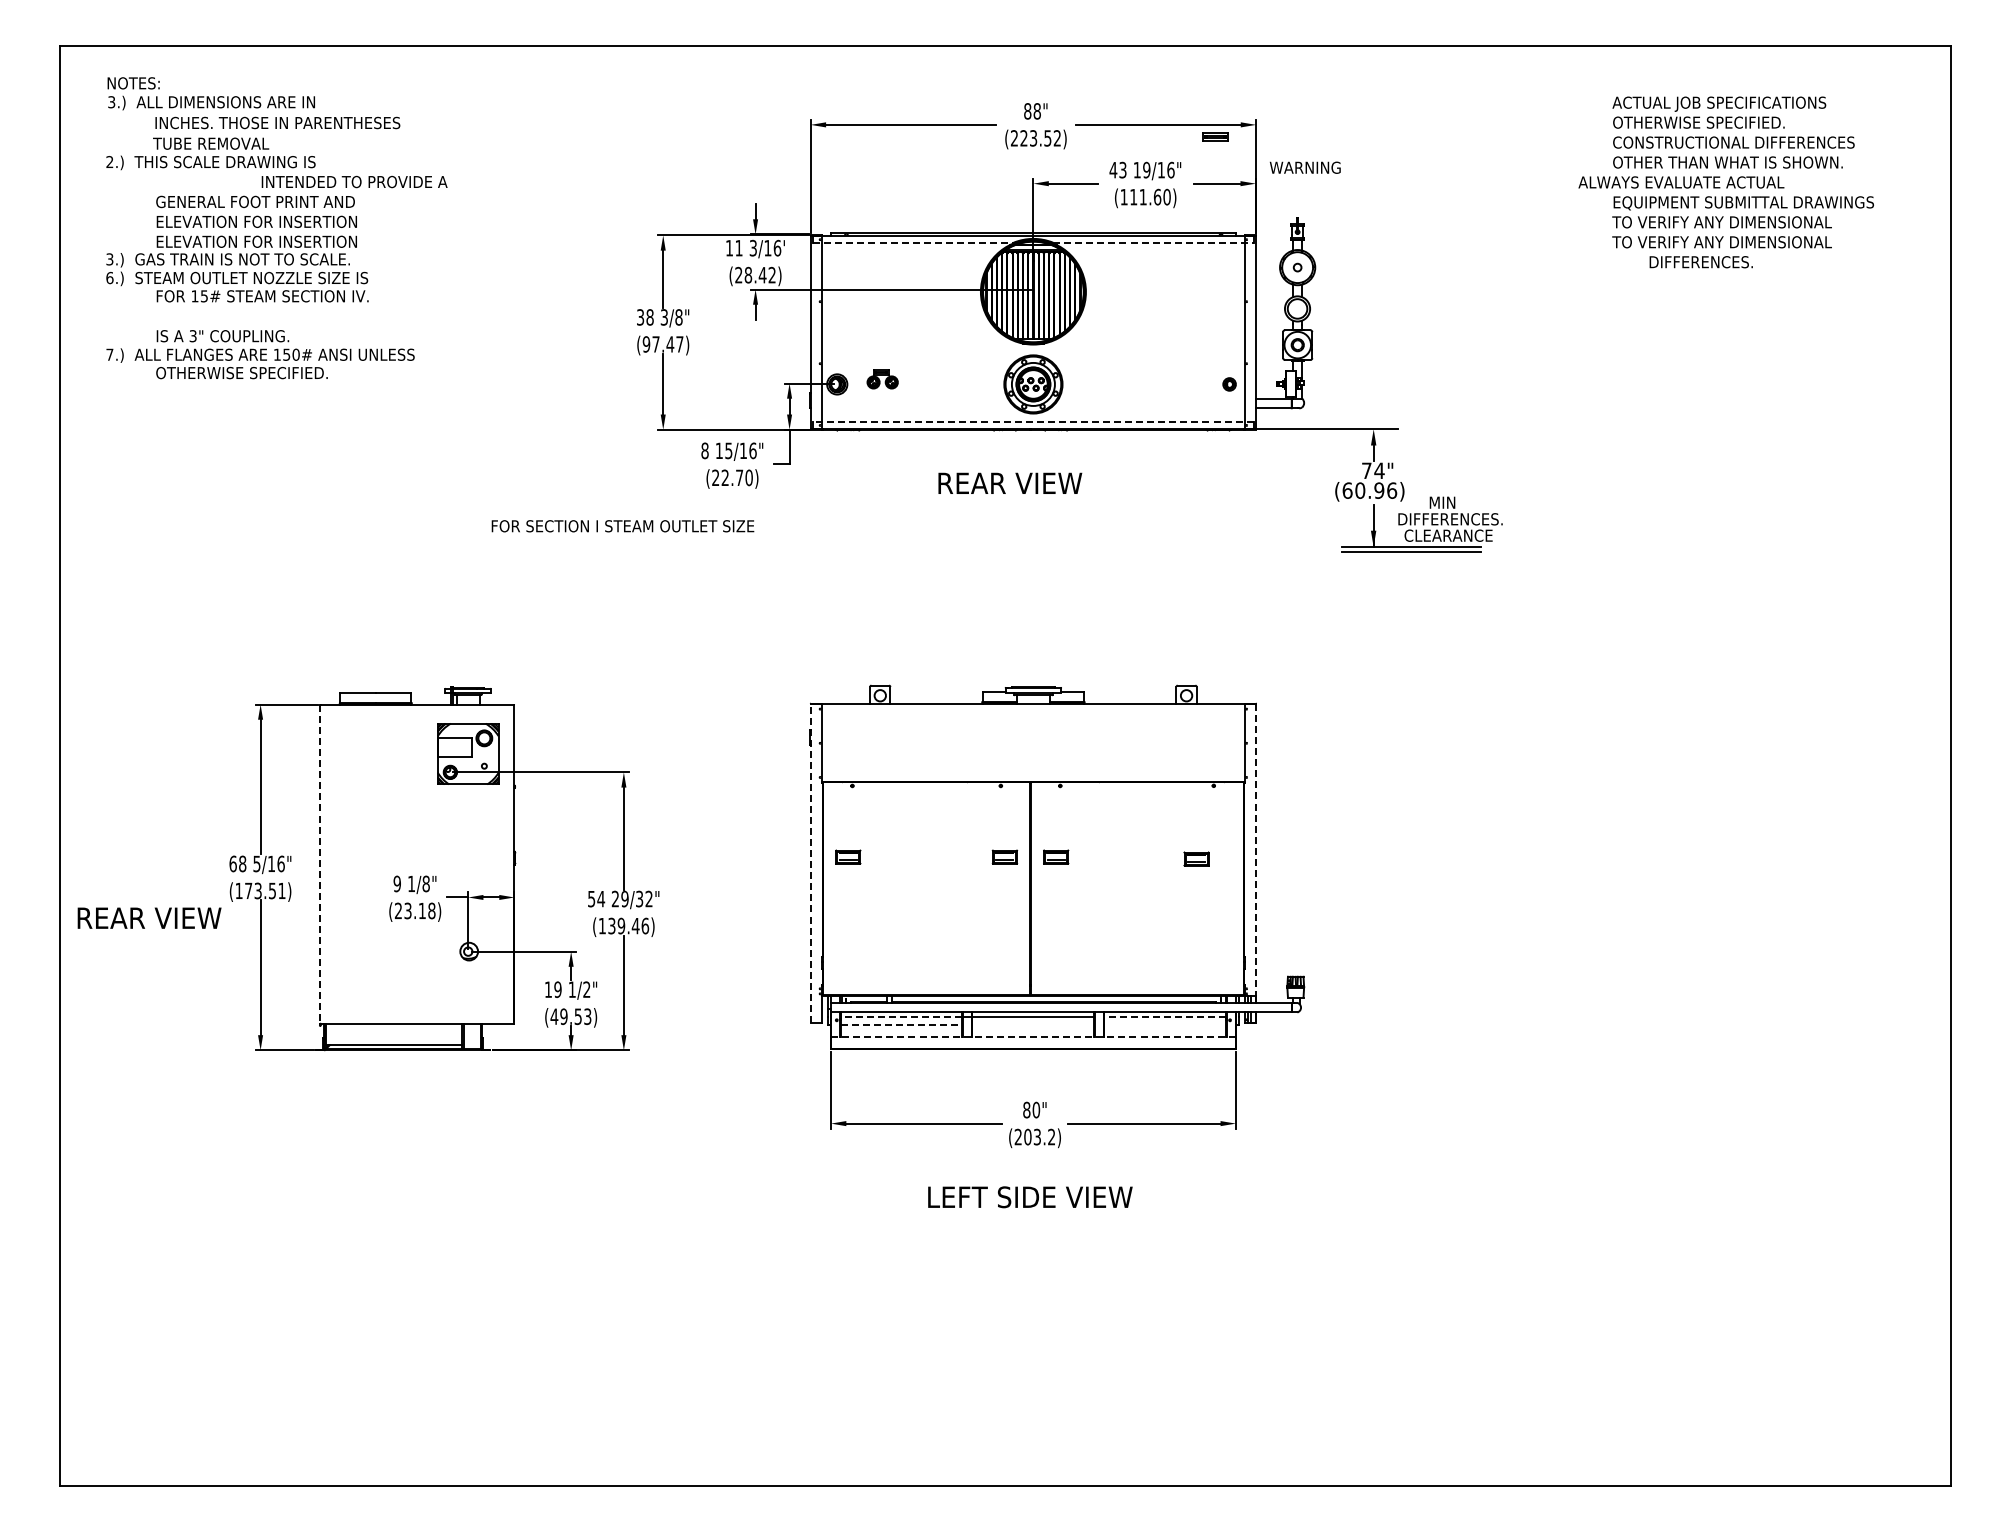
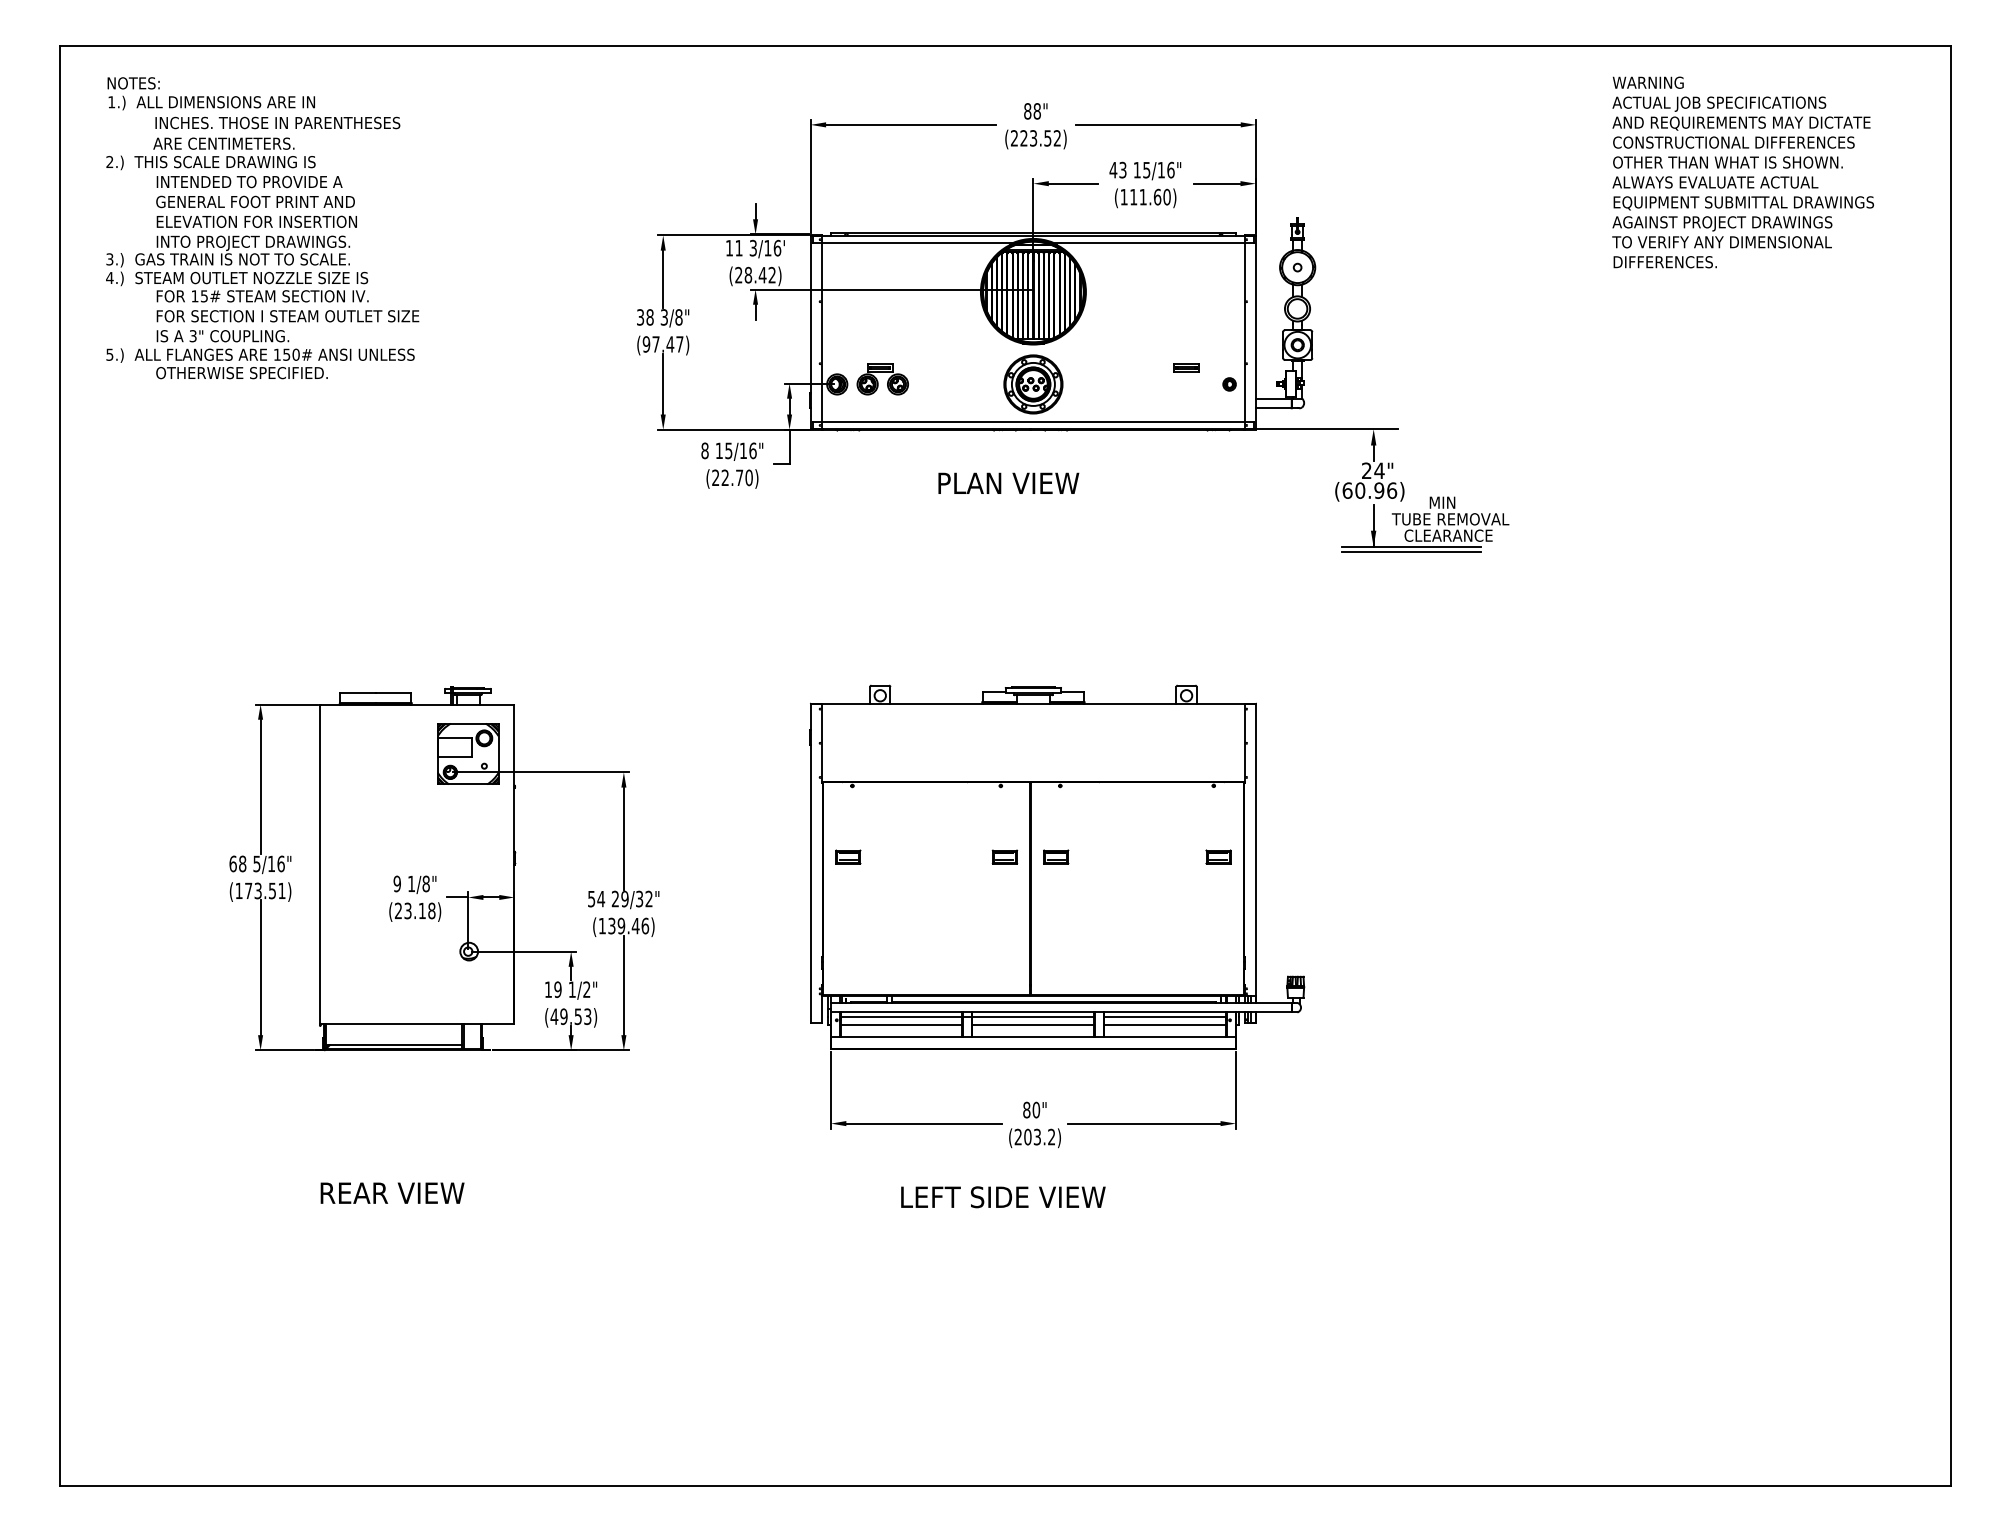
text at (111, 102): 3.) -> 1.)
text at (1741, 123): OTHERWISE SPECIFIED. -> AND REQUIREMENTS MAY DICTATE
part at (1215, 136) position: (1215, 136) -> (1186, 367)
text at (223, 143): TUBE REMOVAL -> ARE CENTIMETERS.
text at (1304, 167) position: (1304, 167) -> (1647, 82)
text at (1146, 169): 19/16" -> 15/16"
text at (354, 181) position: (354, 181) -> (249, 181)
text at (1681, 182) position: (1681, 182) -> (1715, 182)
text at (1722, 223): TO VERIFY ANY DIMENSIONAL -> AGAINST PROJECT DRAWINGS
text at (257, 242): ELEVATION FOR INSERTION -> INTO PROJECT DRAWINGS.
line at (913, 242): dashed -> solid
line at (1153, 242): dashed -> solid
text at (1700, 262) position: (1700, 262) -> (1664, 262)
text at (109, 277): 6.) -> 4.)
text at (109, 354): 7.) -> 5.)
part at (882, 379) size: 33x21 px -> 53x33 px
line at (1032, 421): dashed -> solid
text at (1366, 470): 74" -> 24"
text at (1011, 482): REAR VIEW -> PLAN VIEW
text at (1450, 519): DIFFERENCES. -> TUBE REMOVAL
text at (622, 526) position: (622, 526) -> (287, 316)
line at (1256, 850): dashed -> solid
part at (1196, 858) position: (1196, 858) -> (1218, 856)
line at (810, 863): dashed -> solid
line at (320, 864): dashed -> solid
text at (149, 917) position: (149, 917) -> (392, 1192)
line at (901, 1016): dashed -> solid
line at (1165, 1016): dashed -> solid
line at (901, 1024): dashed -> solid
line at (1033, 1024): none -> present
line at (1165, 1024): none -> present
line at (1032, 1036): dashed -> solid
text at (1030, 1197) position: (1030, 1197) -> (1003, 1197)
